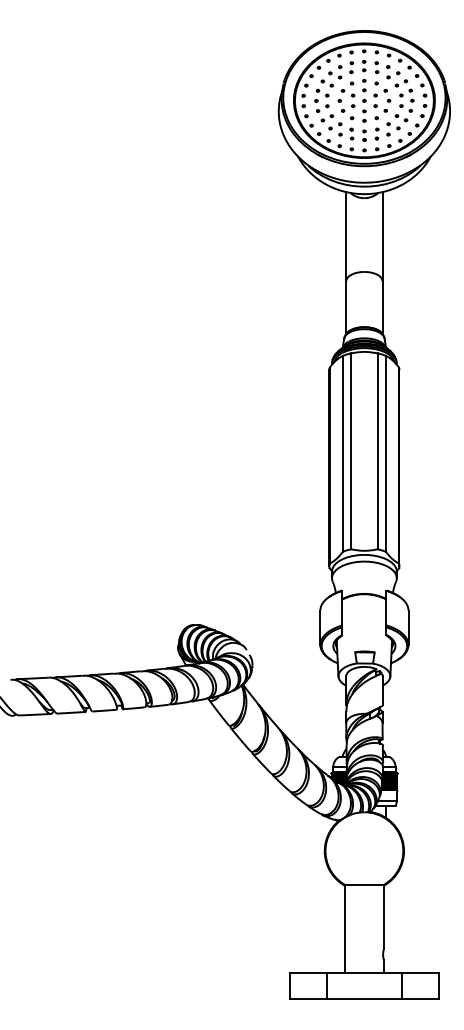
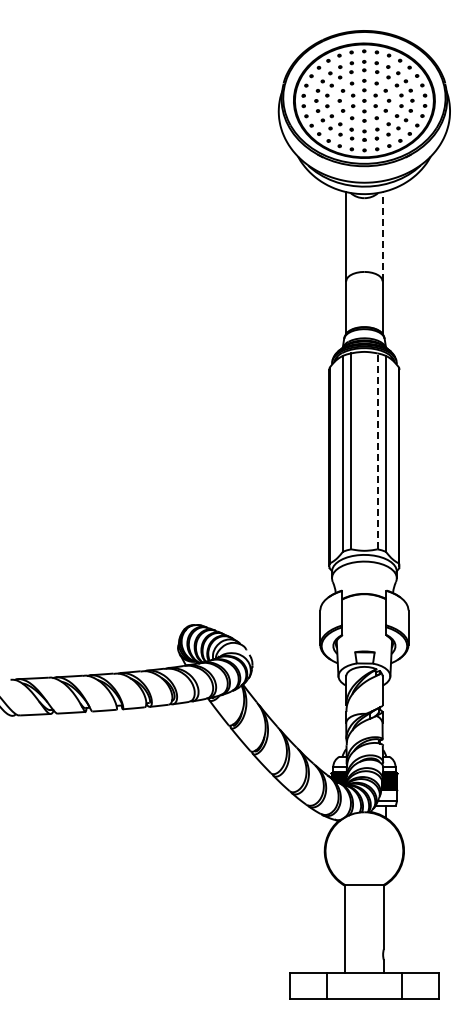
line at (382, 236): solid -> dashed
line at (377, 451): solid -> dashed
